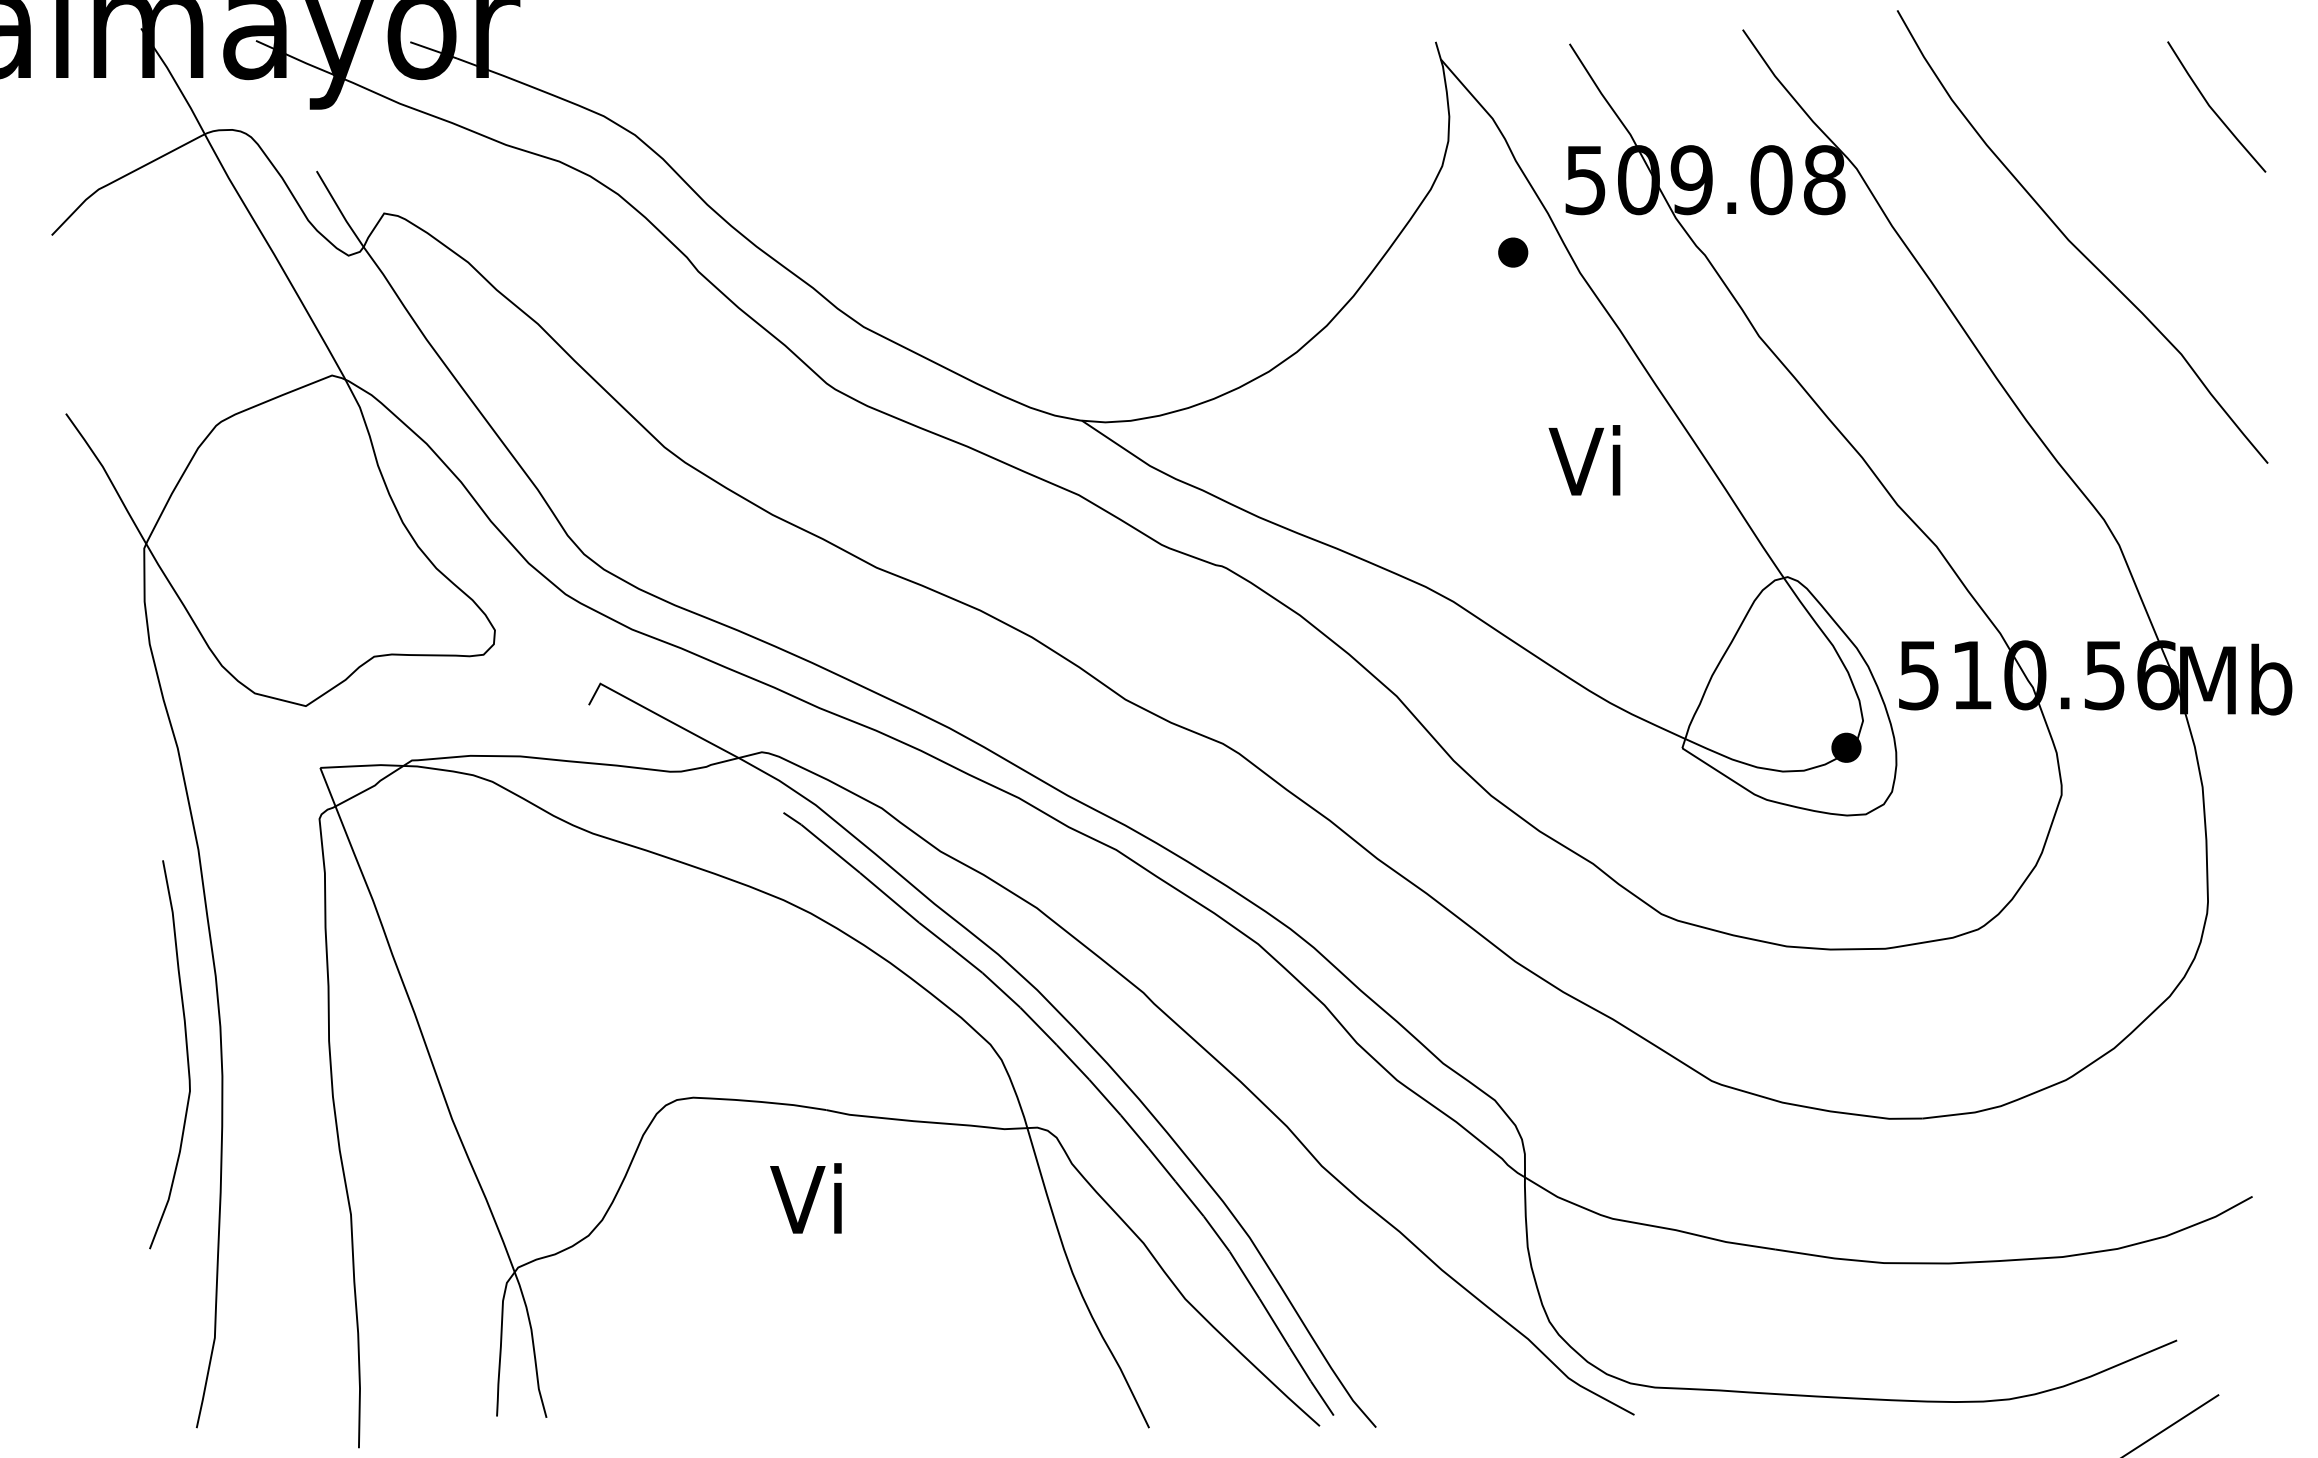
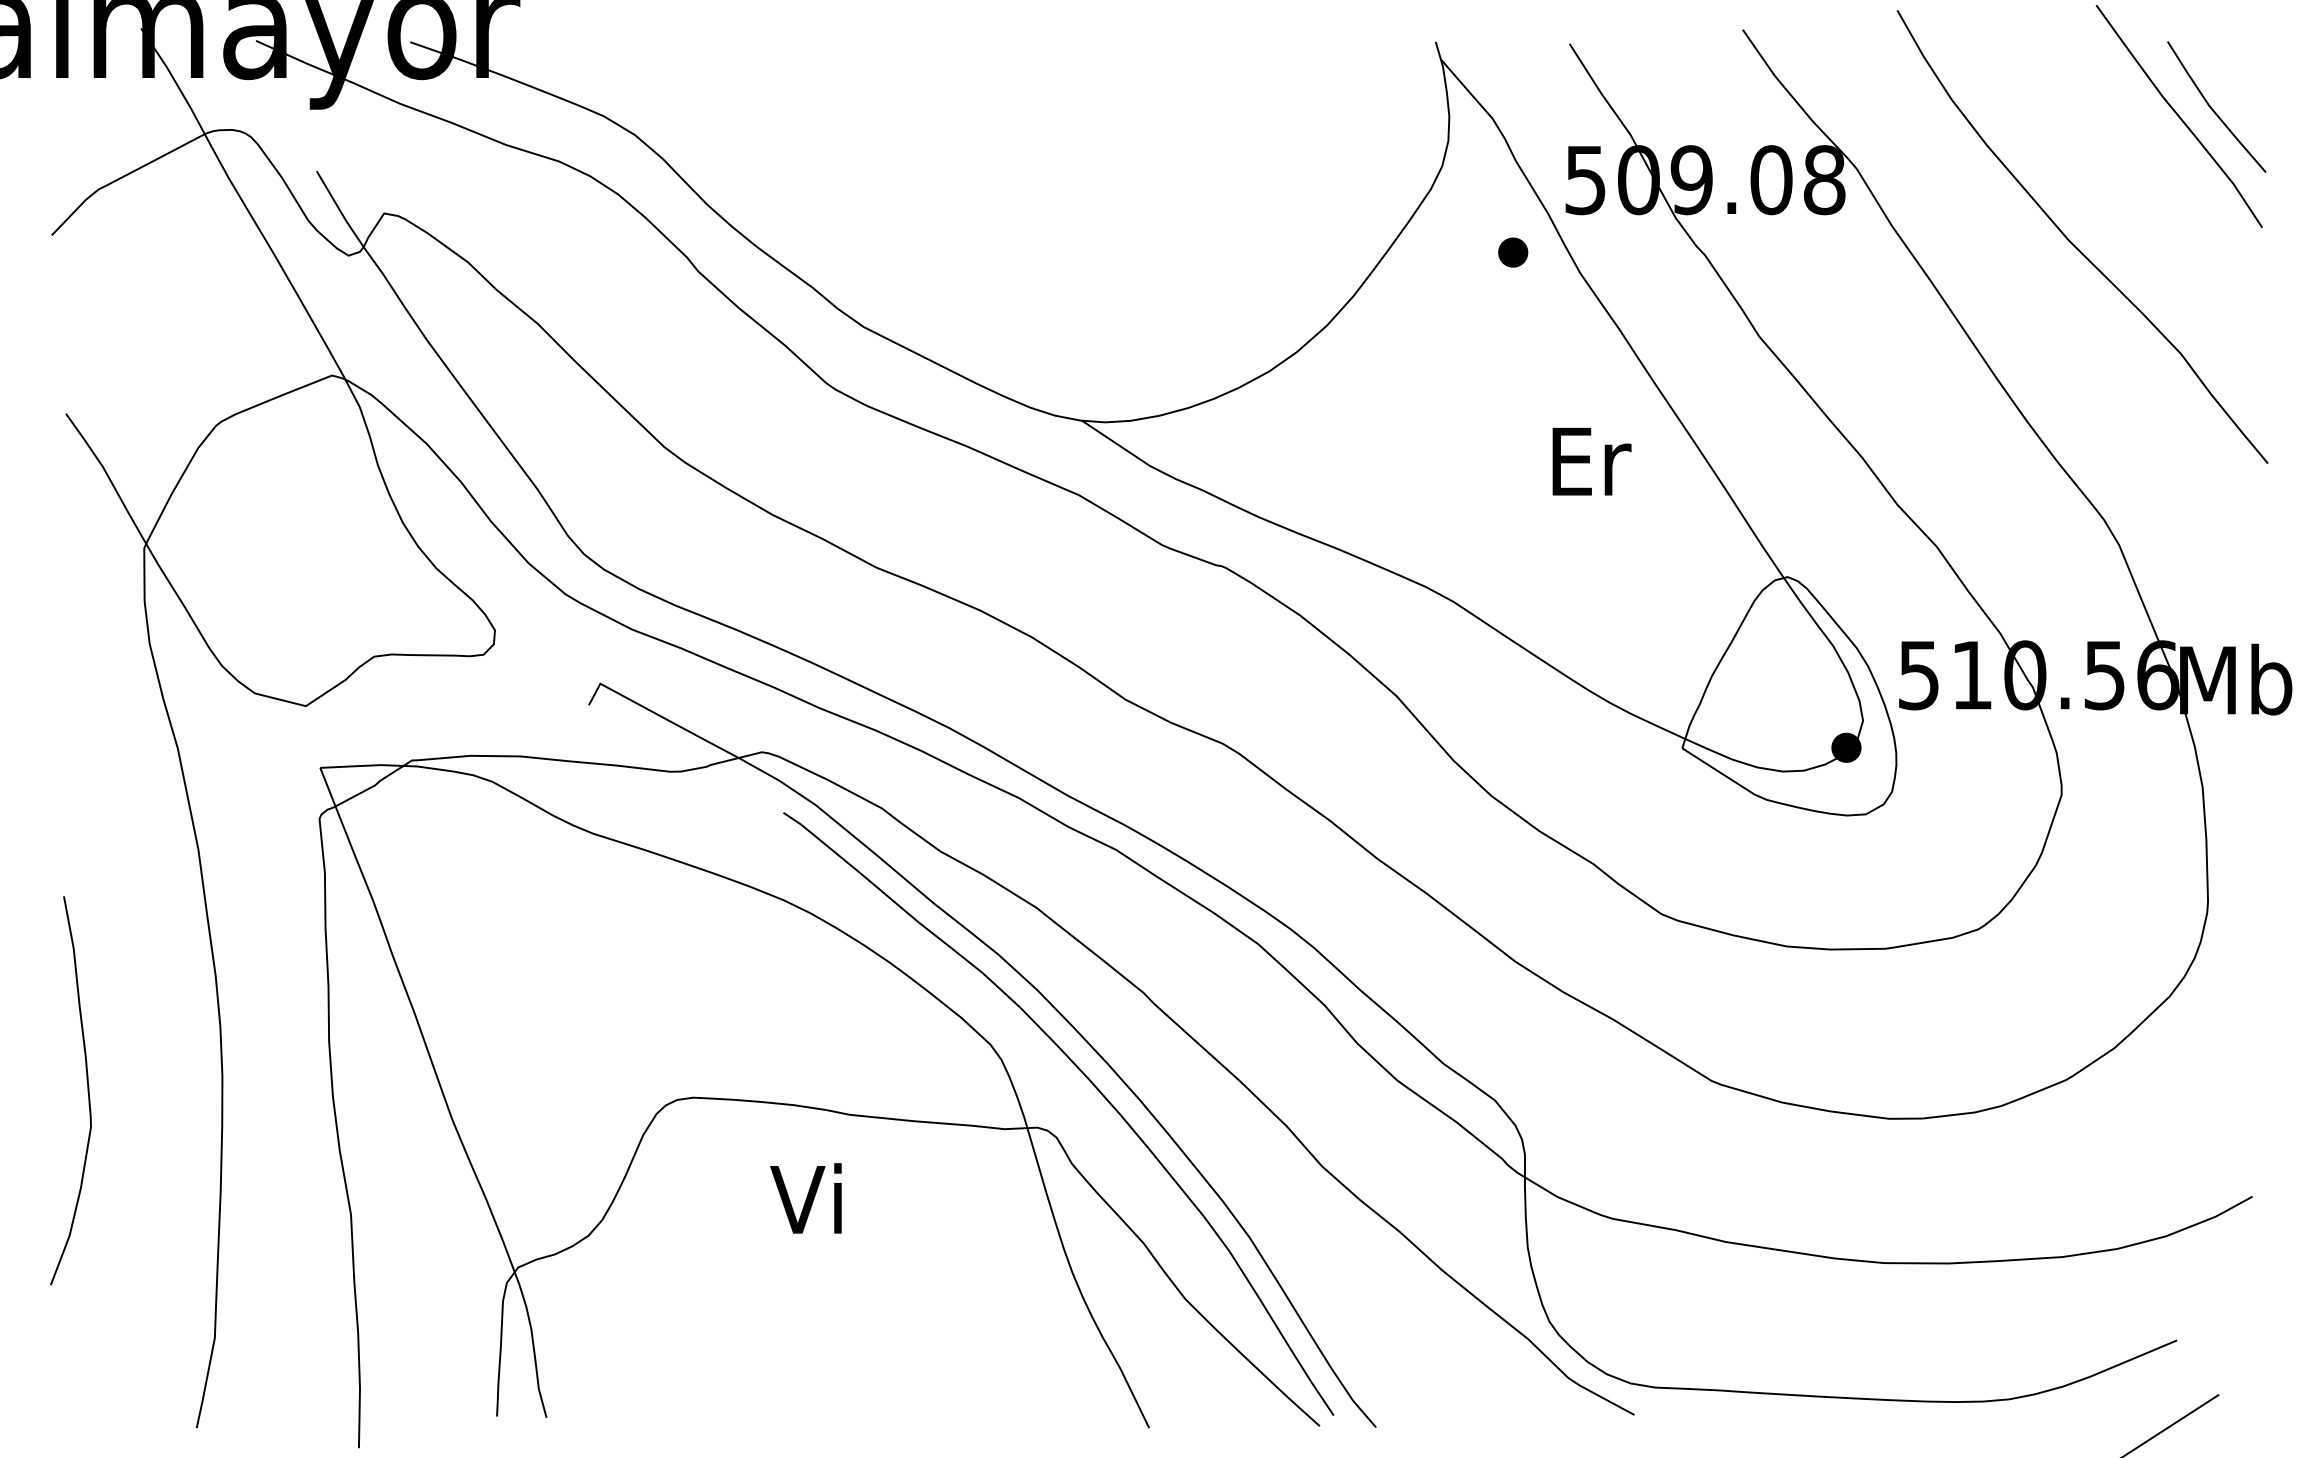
curve at (2178, 116): none -> present
text at (1589, 460): Vi -> Er
curve at (186, 1054) position: (186, 1054) -> (87, 1090)
